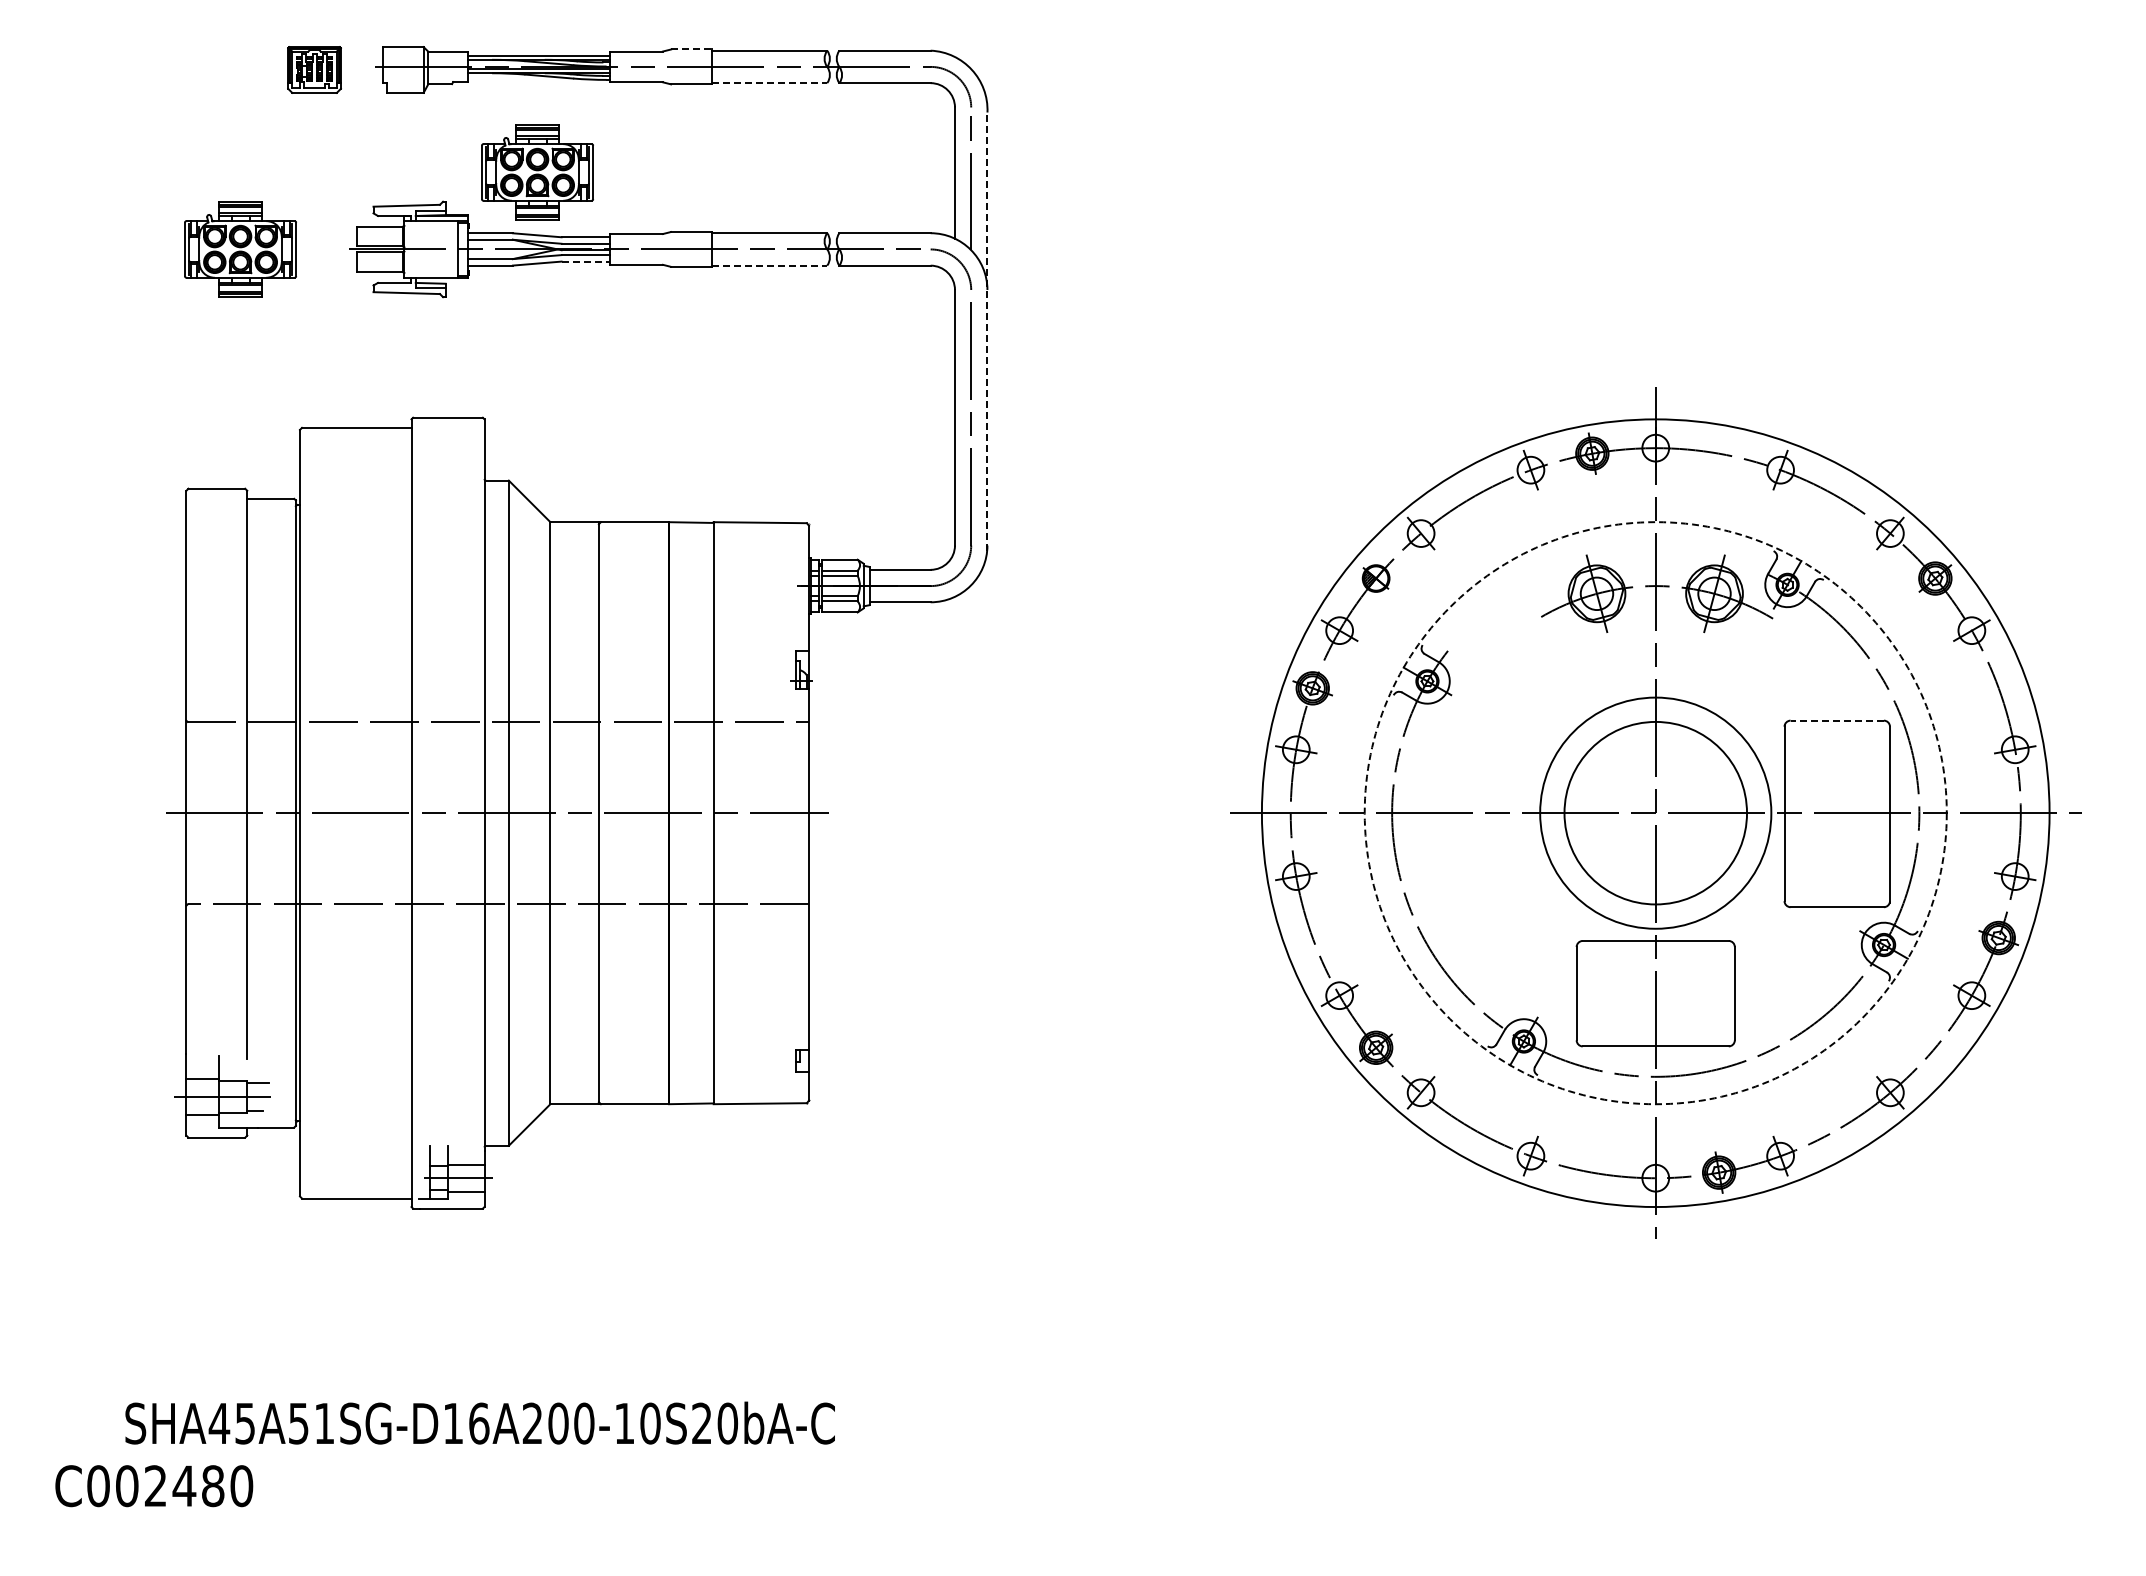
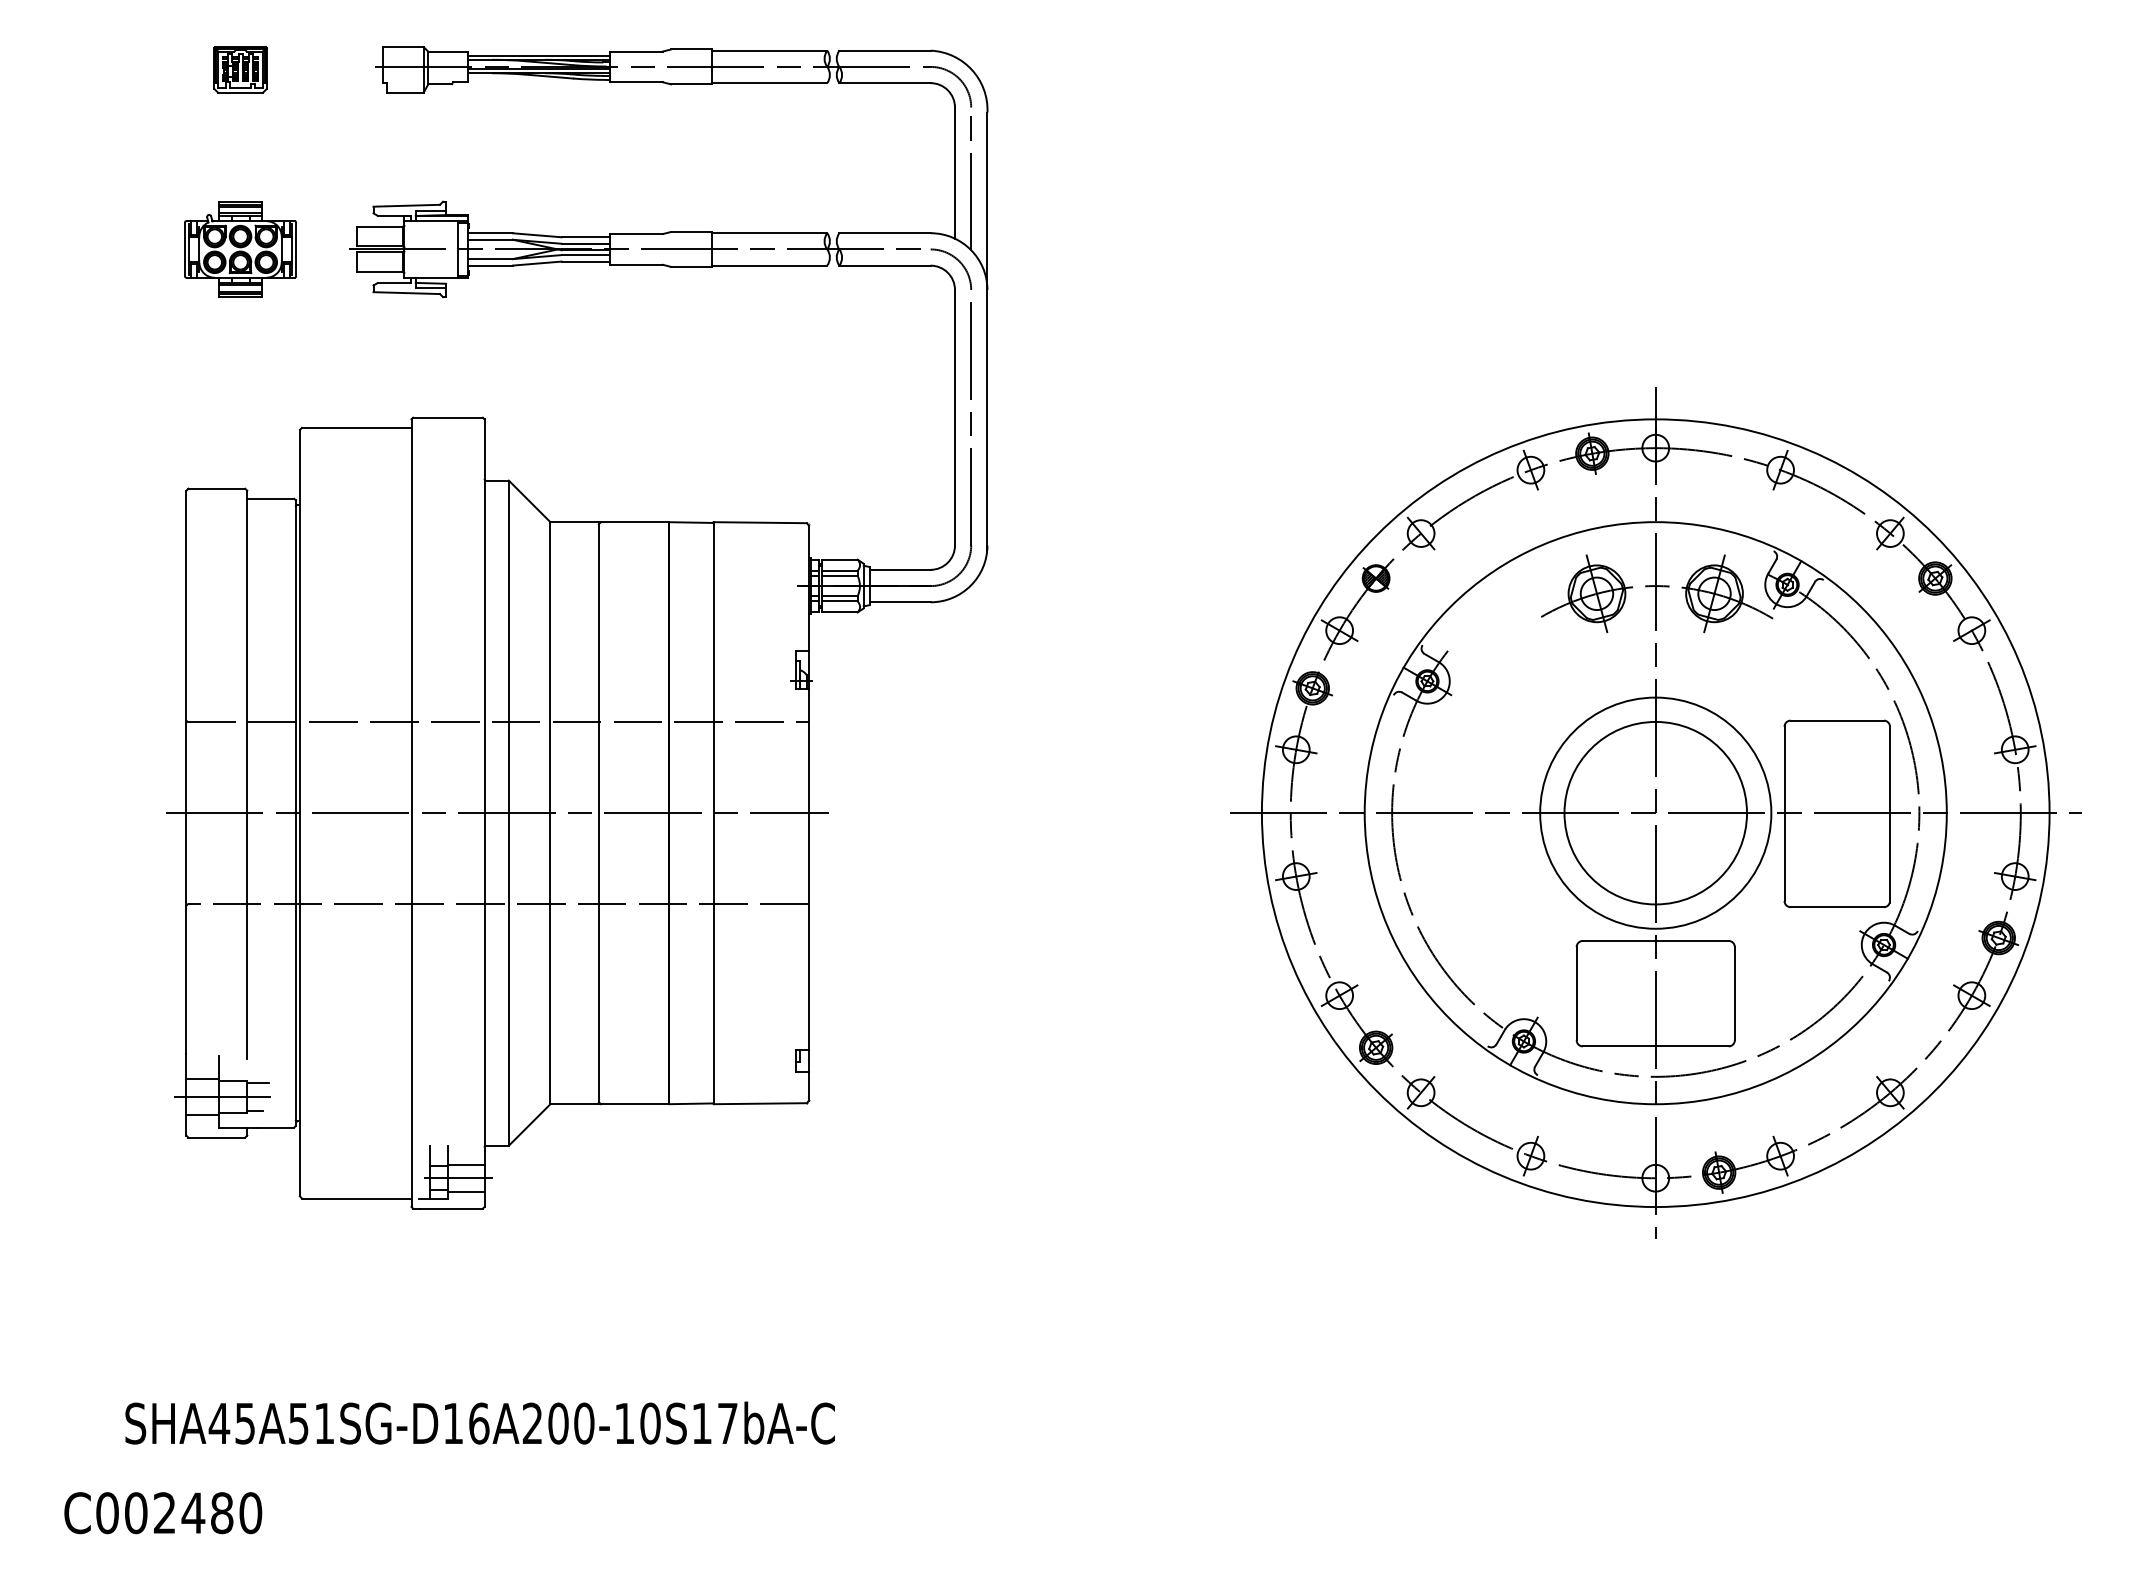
line at (691, 49): dashed -> solid
part at (314, 69) position: (314, 69) -> (240, 69)
line at (769, 83): dashed -> solid
part at (537, 172): present -> none
line at (586, 261): dashed -> solid
line at (769, 265): dashed -> solid
line at (987, 331): dashed -> solid
hatch at (1382, 577): none -> present
line at (1837, 720): dashed -> solid
circle at (1655, 813): dashed -> solid
text at (715, 1423): SHA45A51SG-D16A200-10S20bA-C -> SHA45A51SG-D16A200-10S17bA-C
text at (154, 1486) position: (154, 1486) -> (163, 1513)
